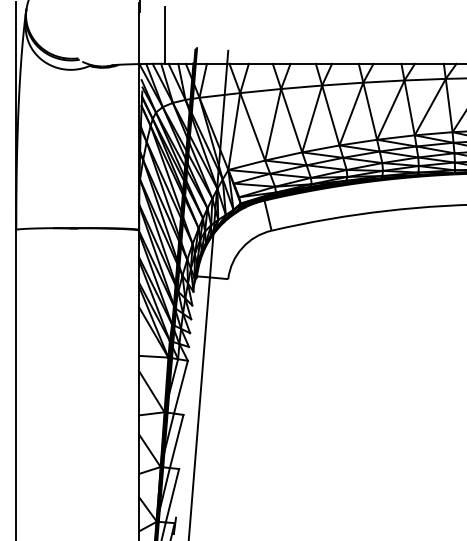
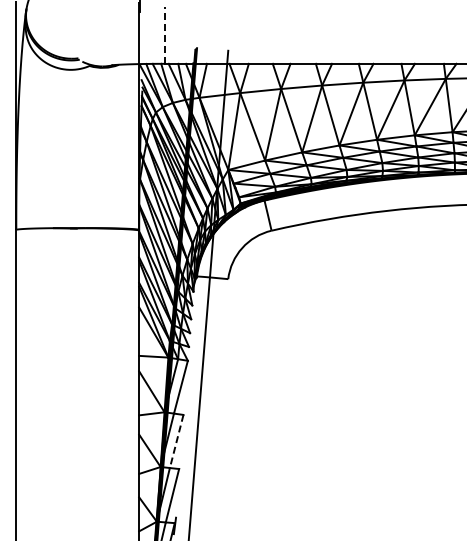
line at (165, 35): solid -> dashed
line at (176, 441): solid -> dashed
